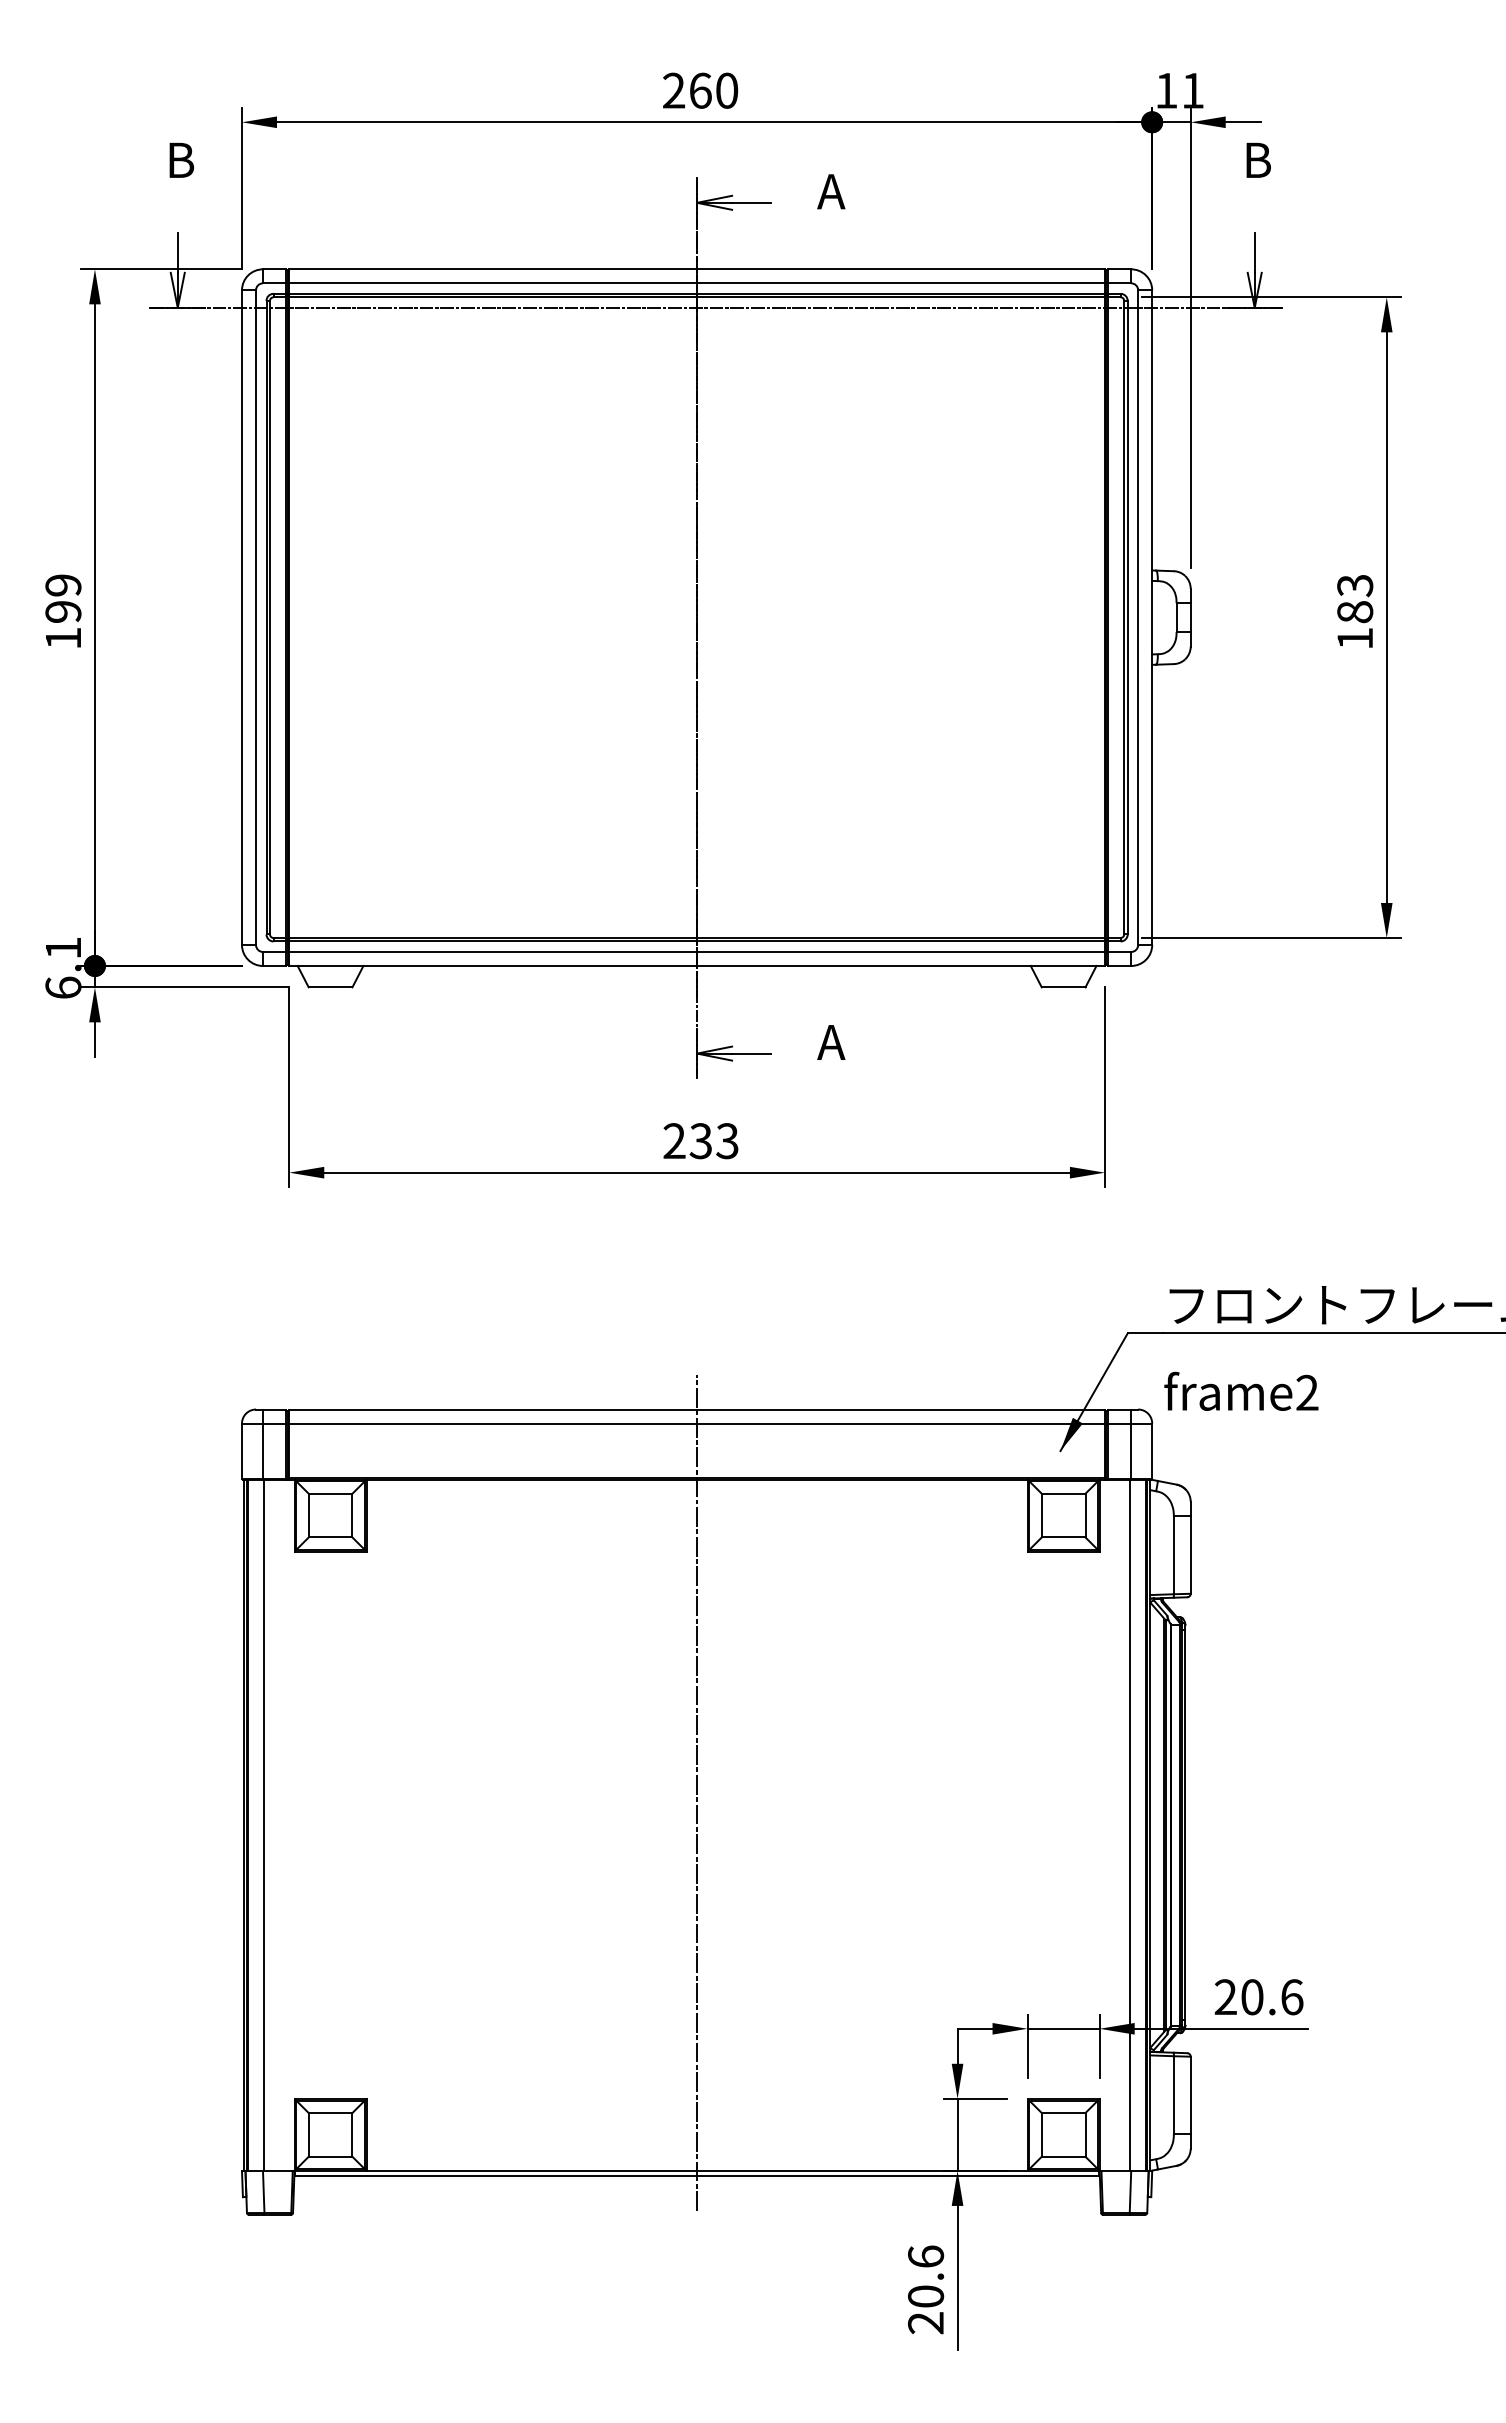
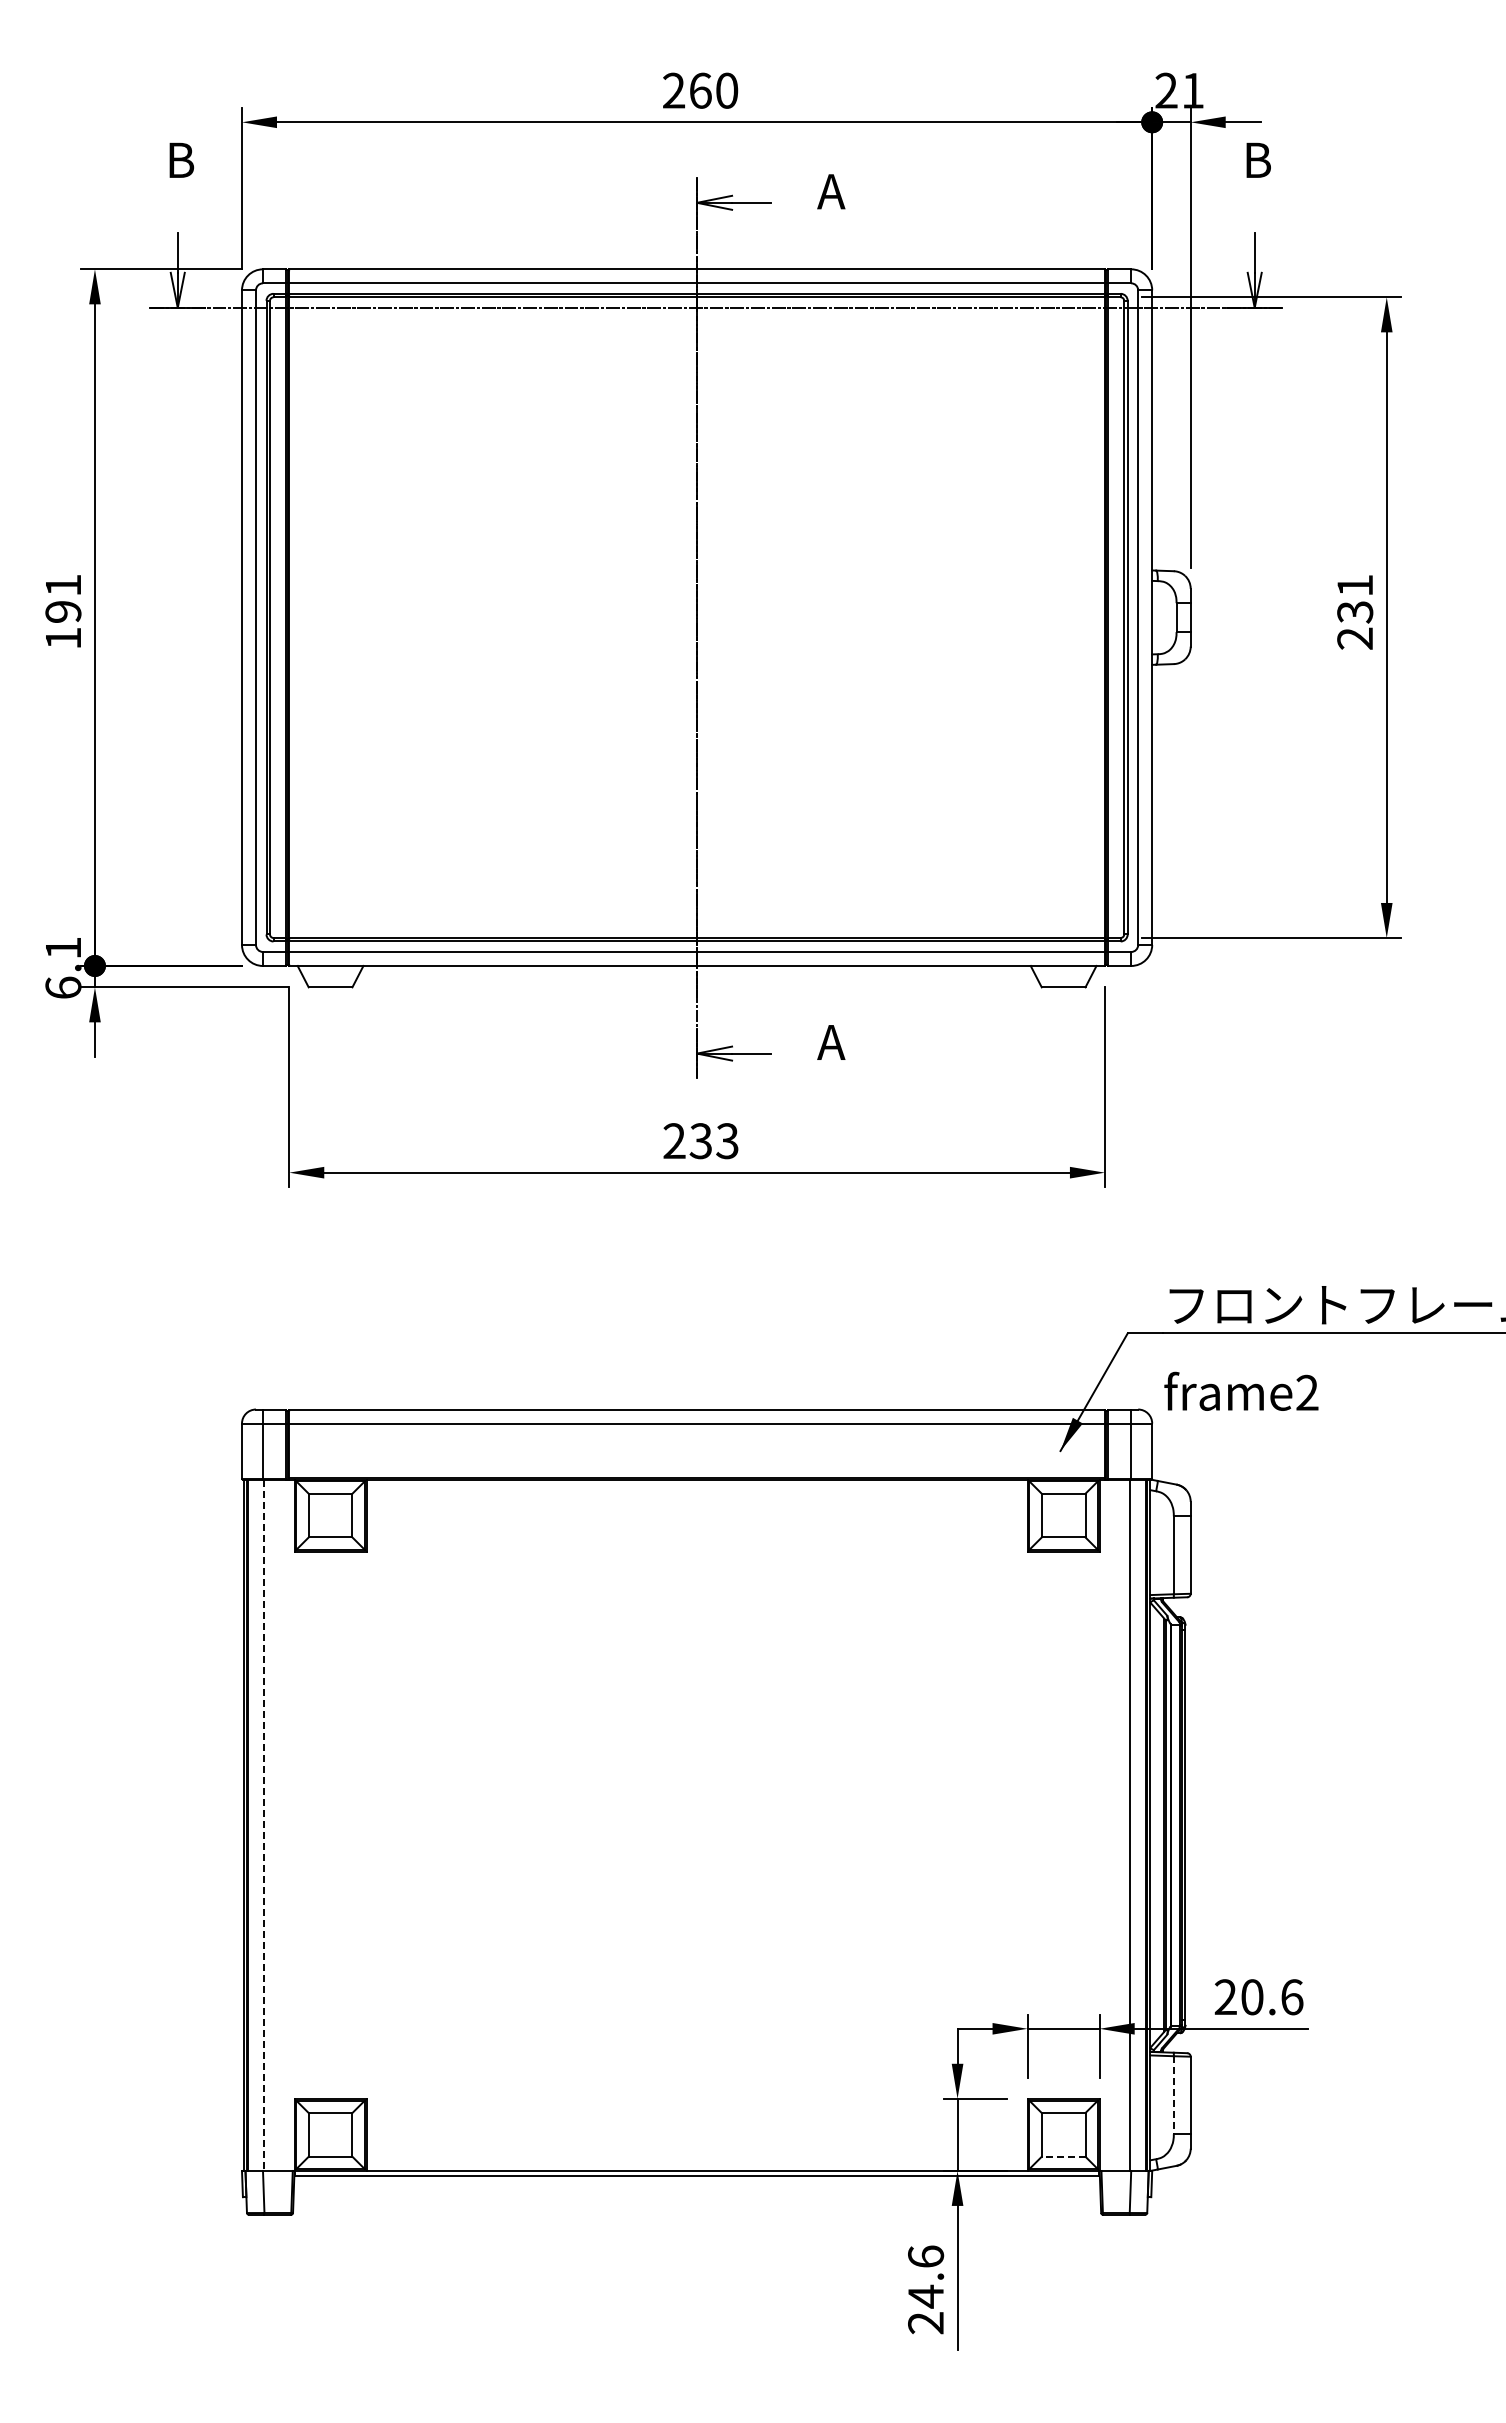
text at (1166, 90): 11 -> 21
text at (63, 585): 199 -> 191
text at (1355, 612): 183 -> 231
line at (697, 1792): present -> none
line at (263, 1825): solid -> dashed
line at (1173, 2095): solid -> dashed
line at (1063, 2156): solid -> dashed
text at (926, 2296): 20.6 -> 24.6
